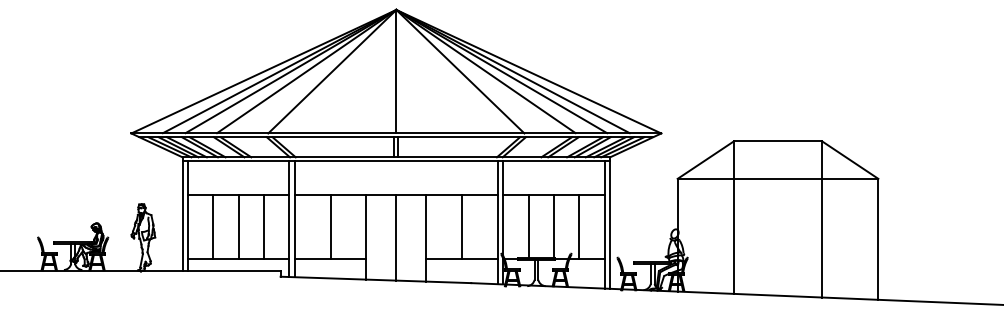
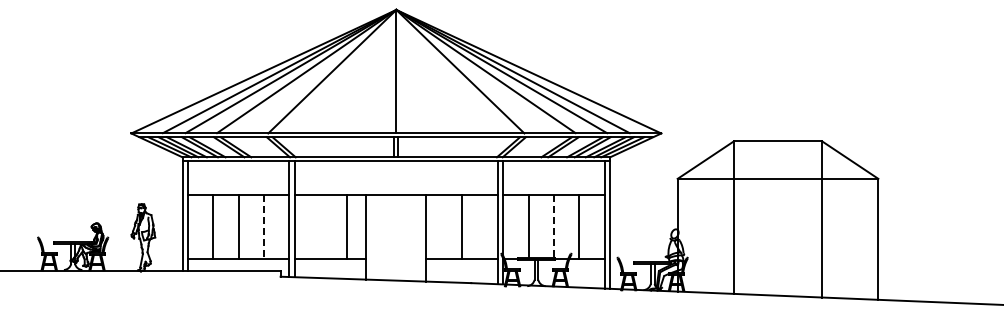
line at (263, 226): solid -> dashed
line at (330, 226) position: (330, 226) -> (346, 226)
line at (553, 226): solid -> dashed
line at (396, 237): present -> none
